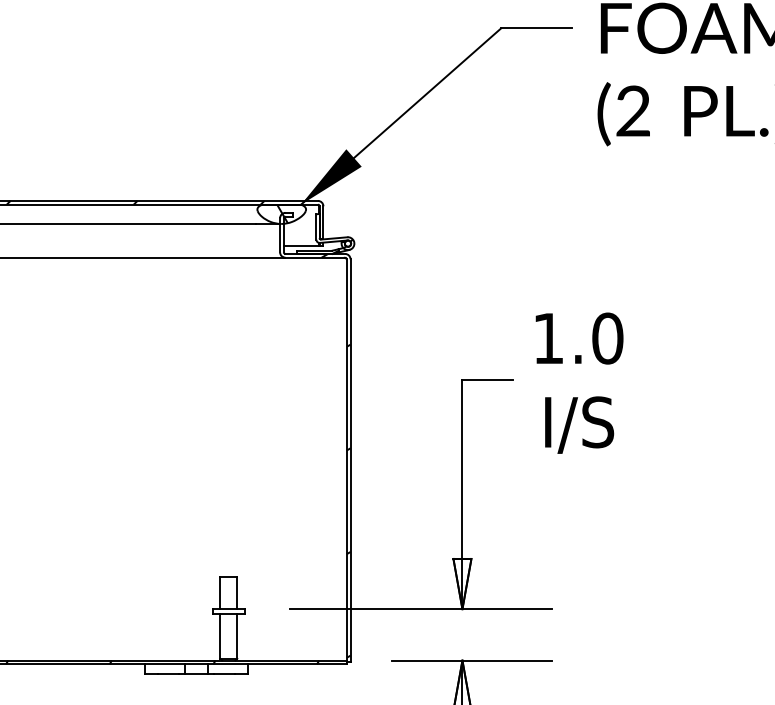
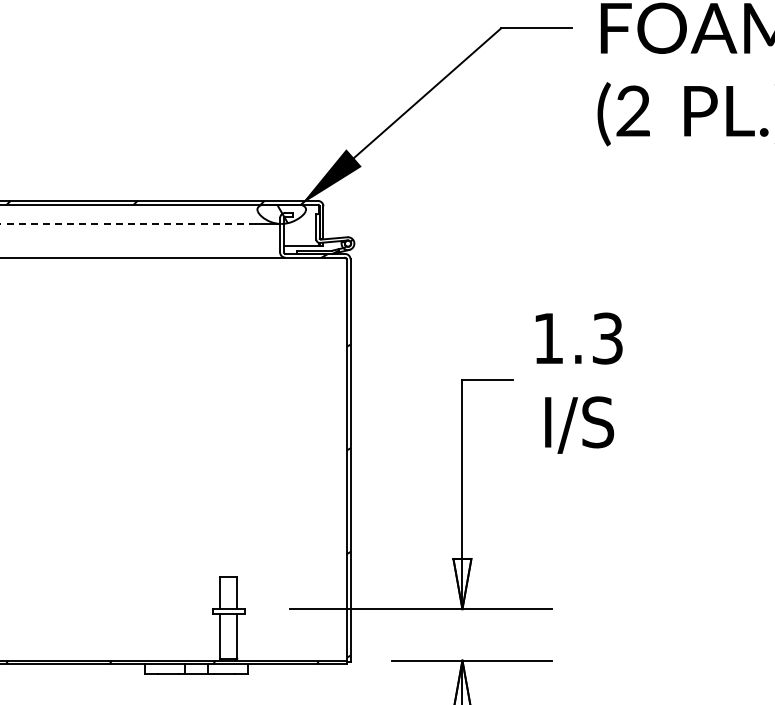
line at (128, 223): solid -> dashed
text at (607, 338): 1.0 -> 1.3
